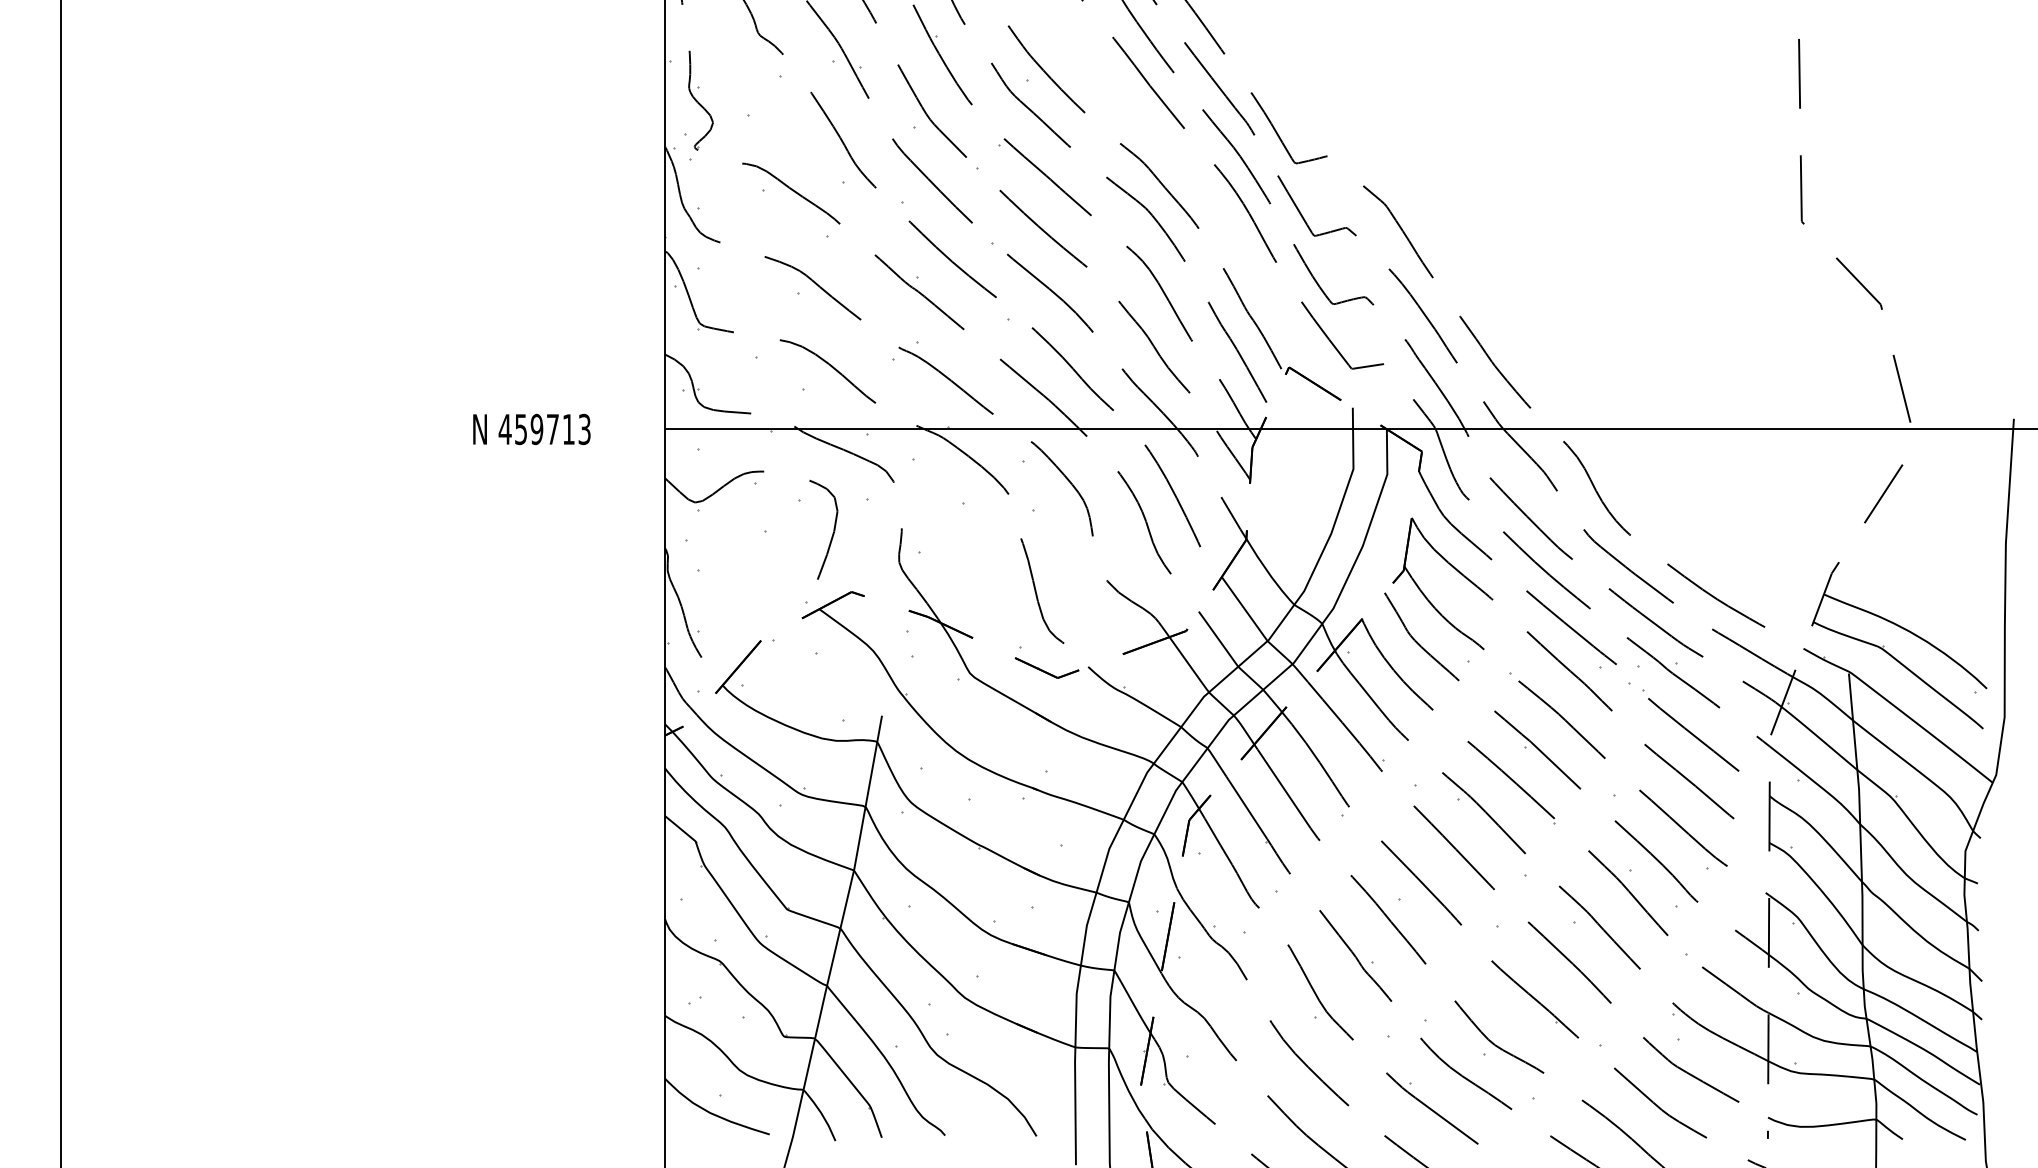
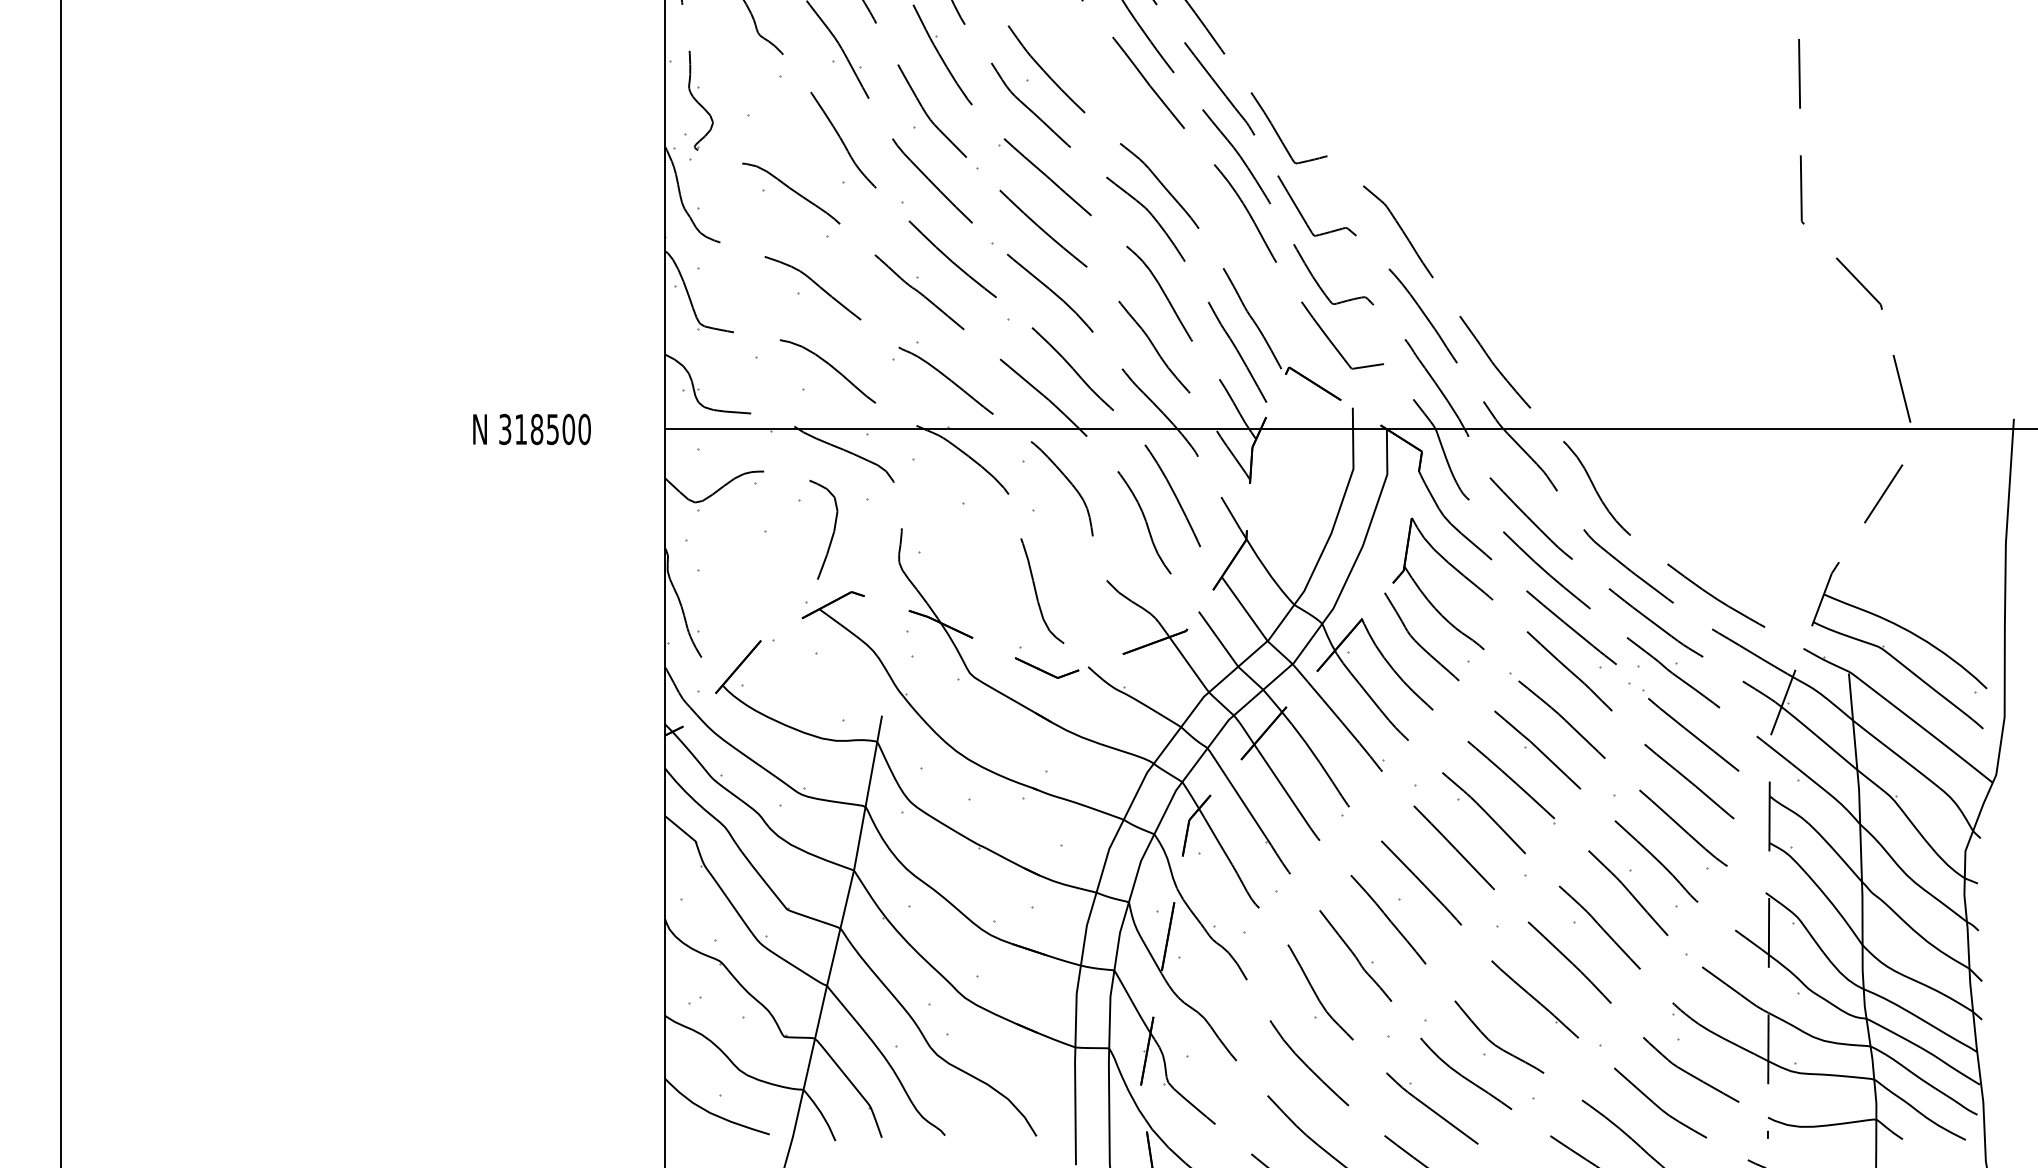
text at (544, 429): 459713 -> 318500
